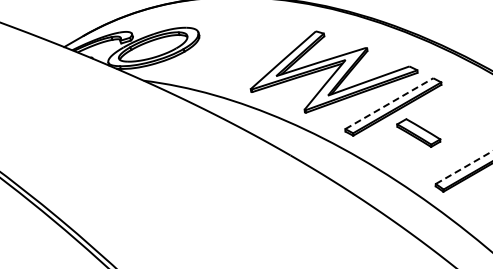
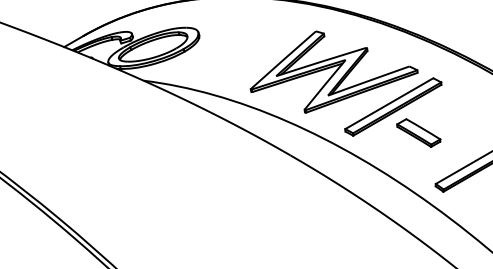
line at (389, 103): dashed -> solid
line at (464, 167): dashed -> solid
